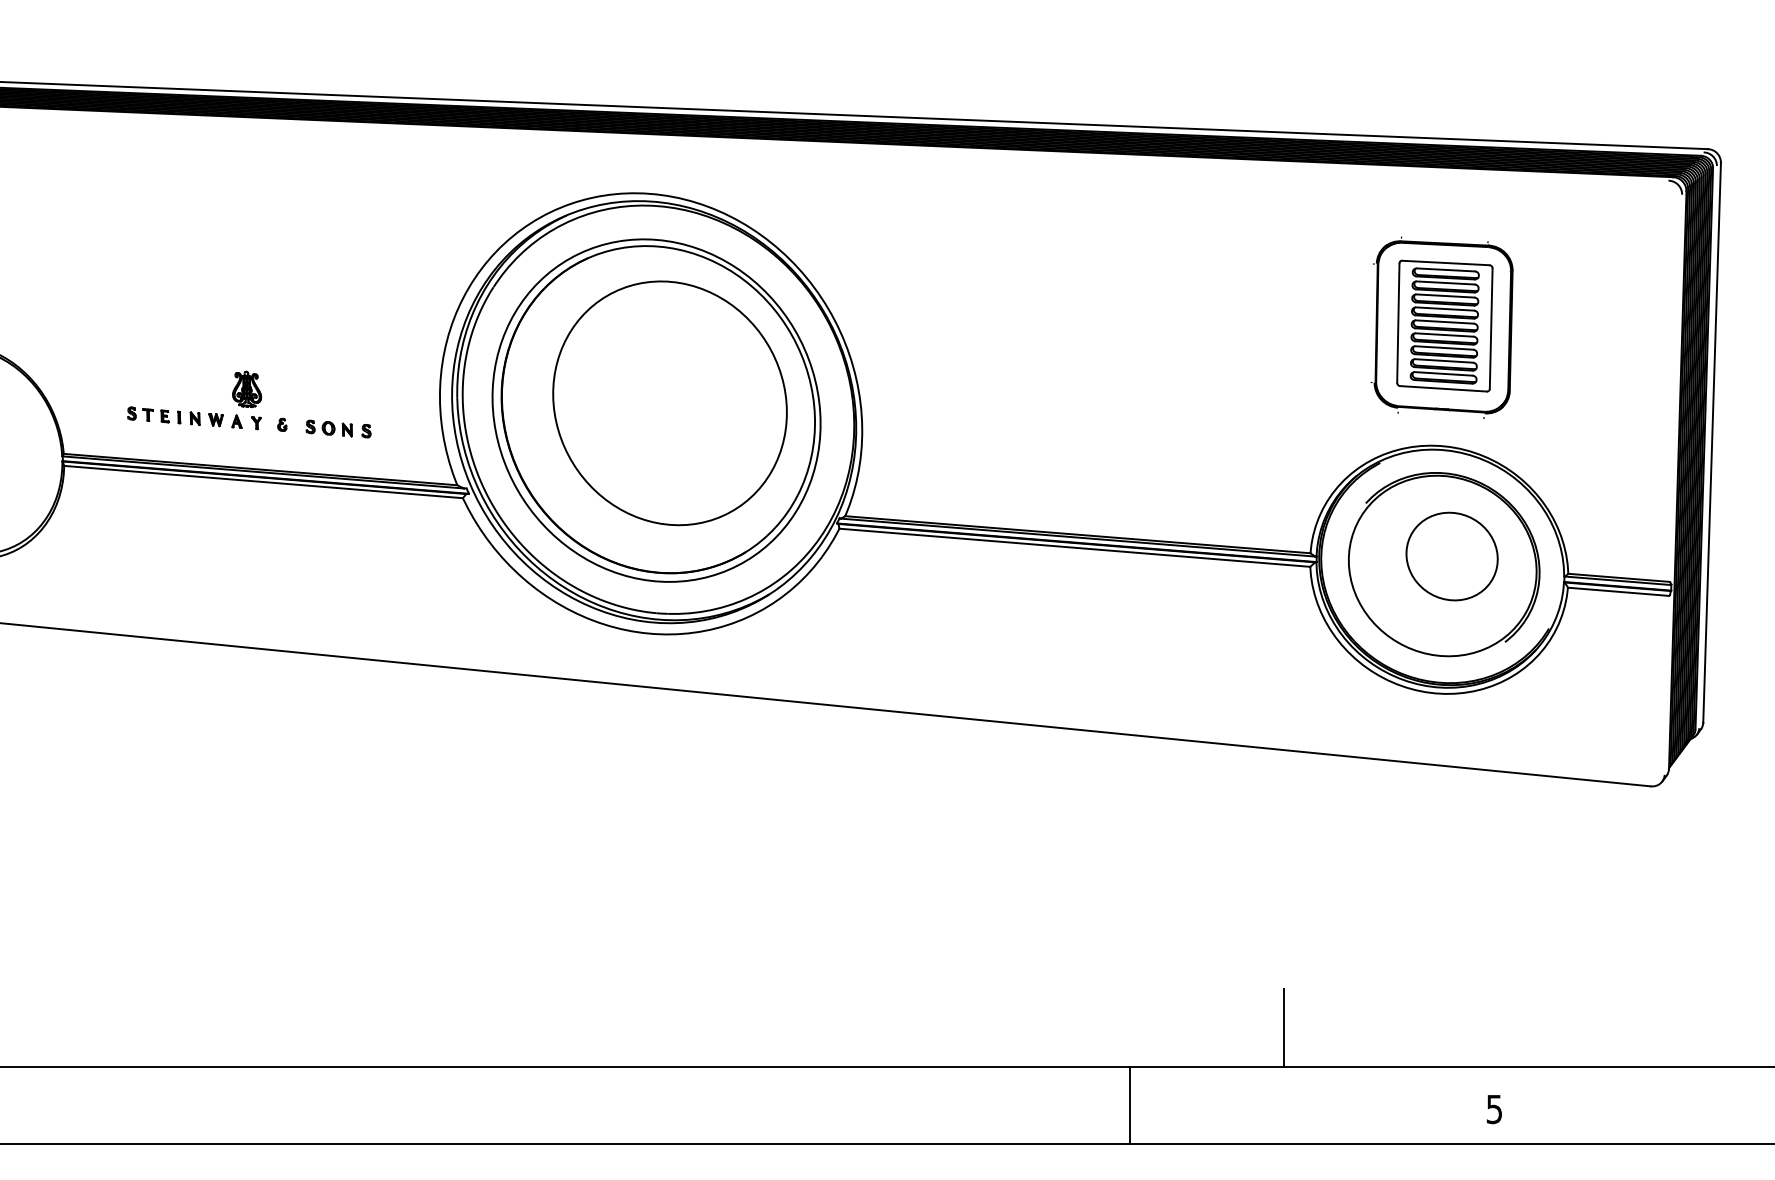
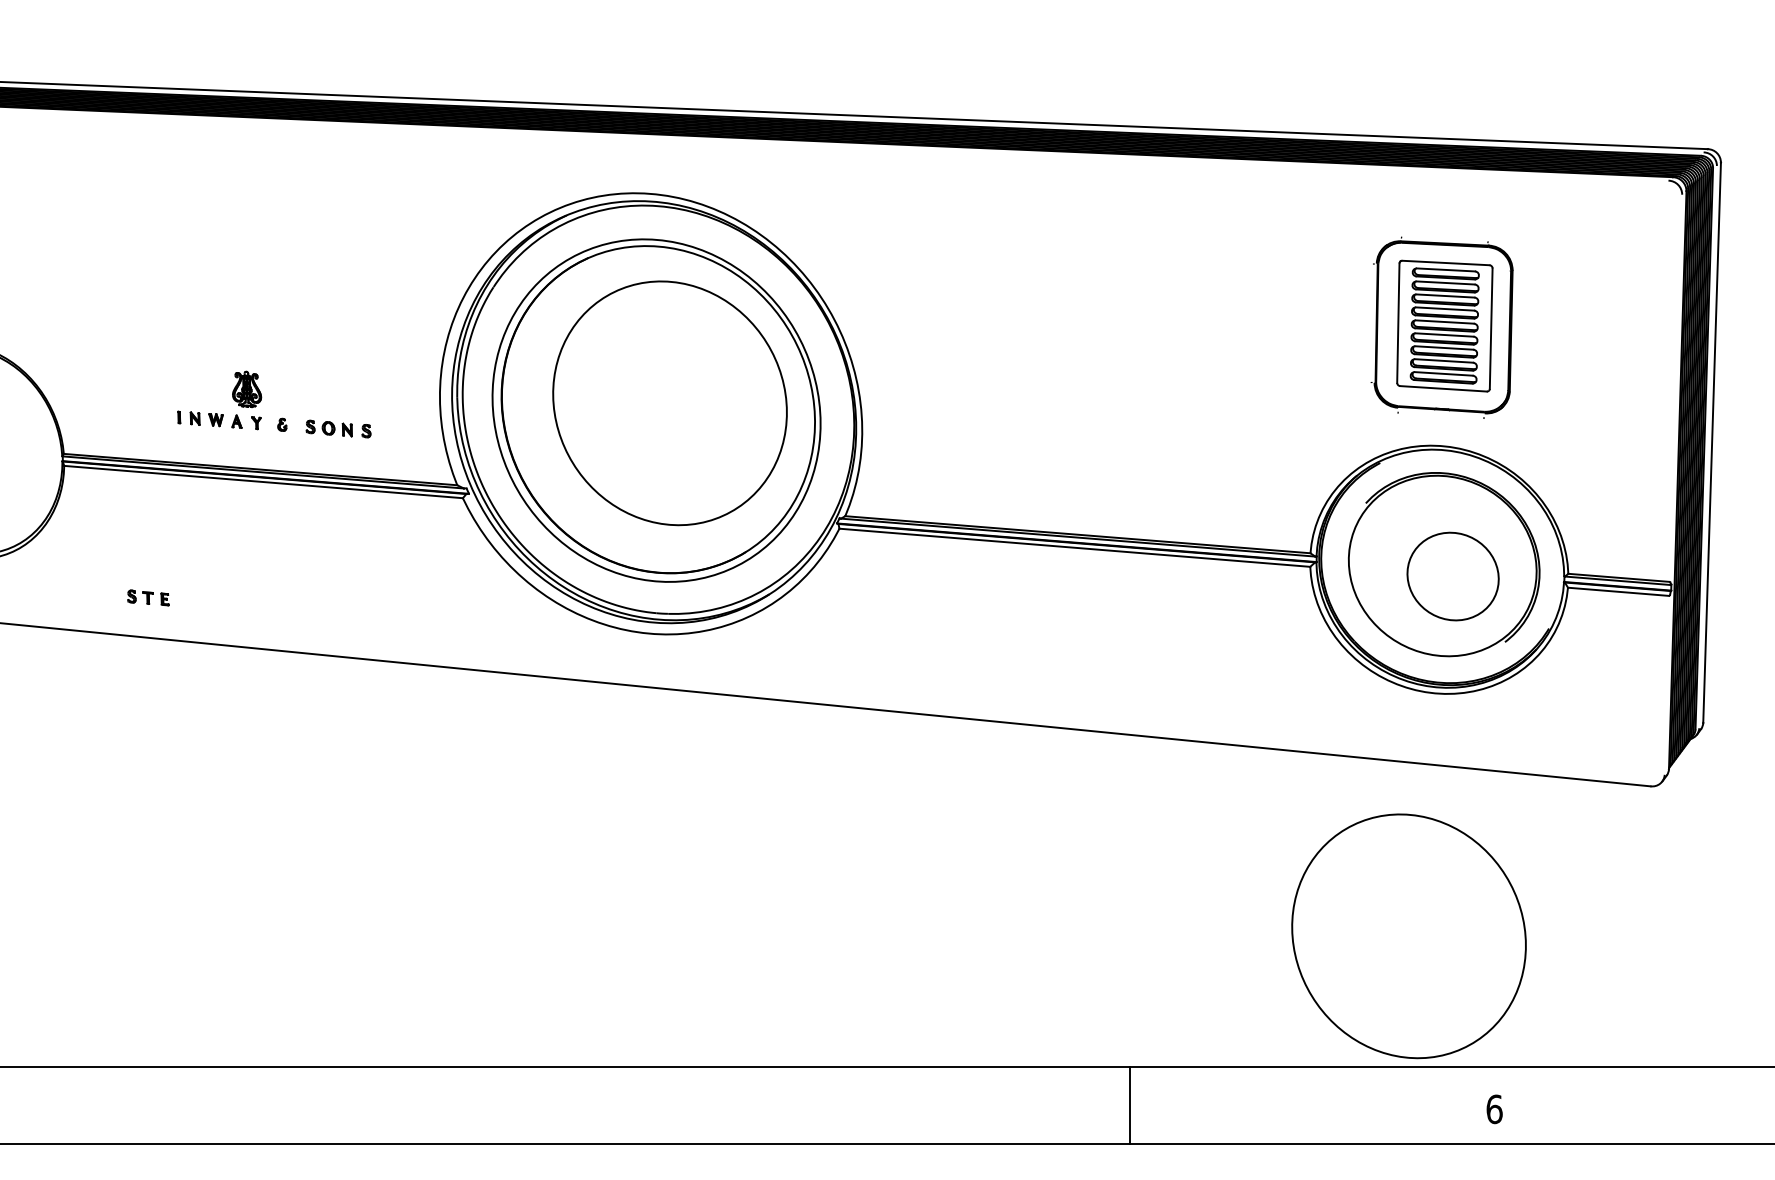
part at (148, 414) position: (148, 414) -> (148, 597)
part at (1451, 556) position: (1451, 556) -> (1452, 576)
part at (1408, 936): none -> present
line at (1283, 1027): present -> none
text at (1494, 1109): 5 -> 6
